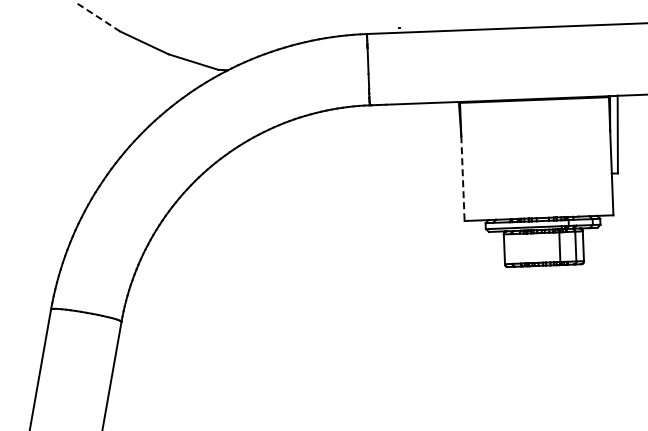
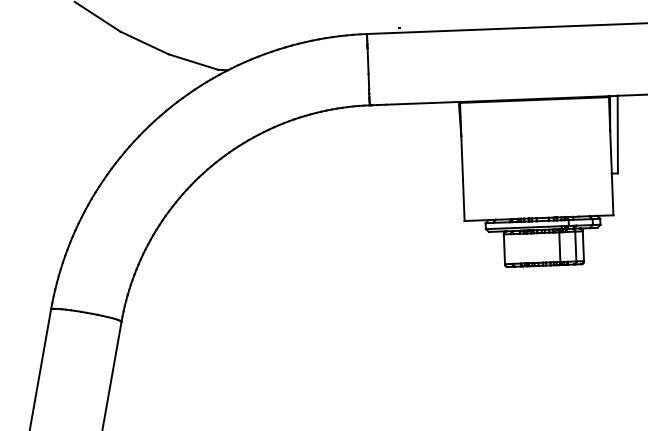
line at (97, 16): dashed -> solid
line at (462, 179): dashed -> solid
